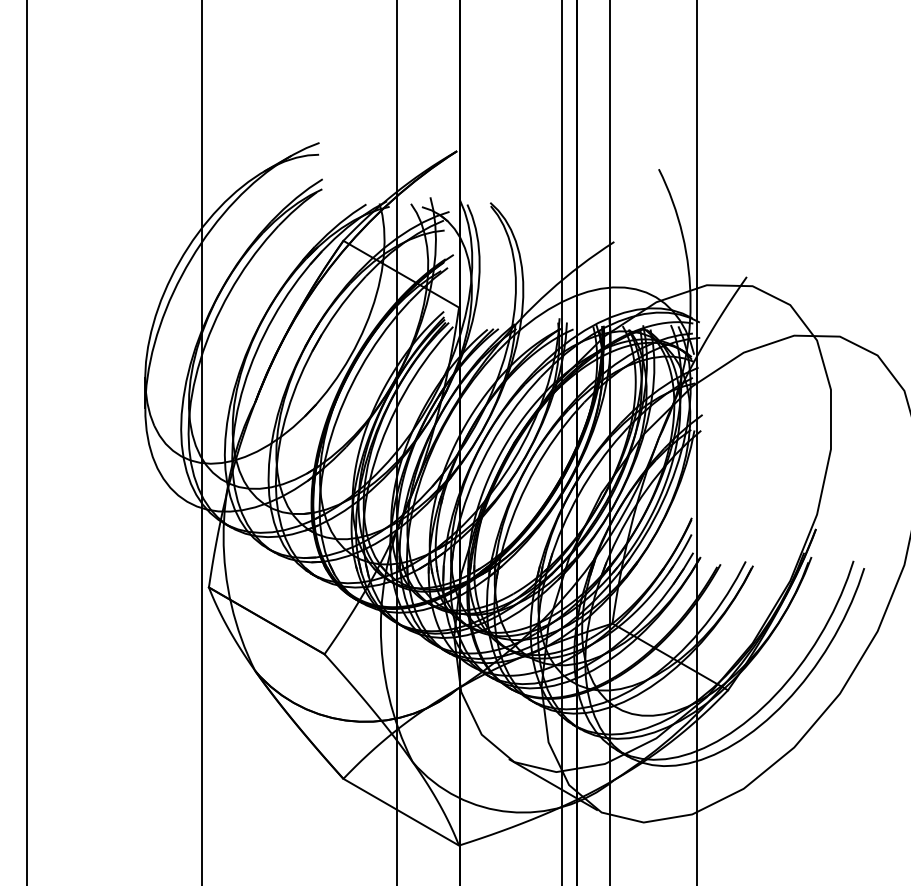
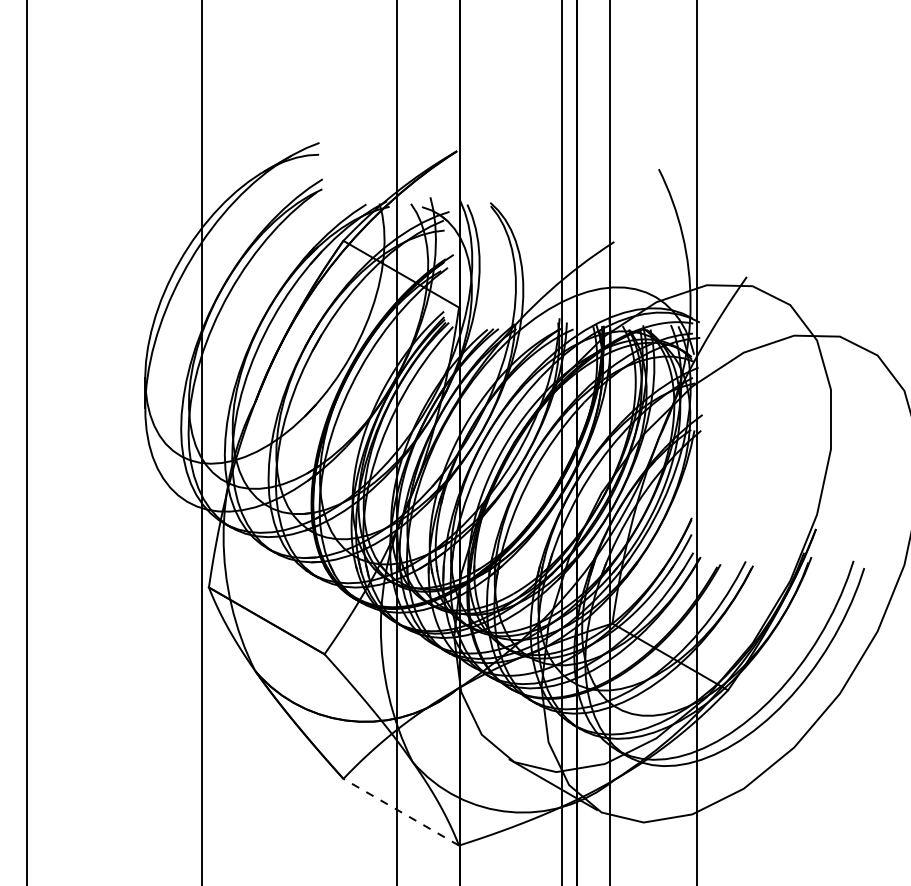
line at (401, 812): solid -> dashed
